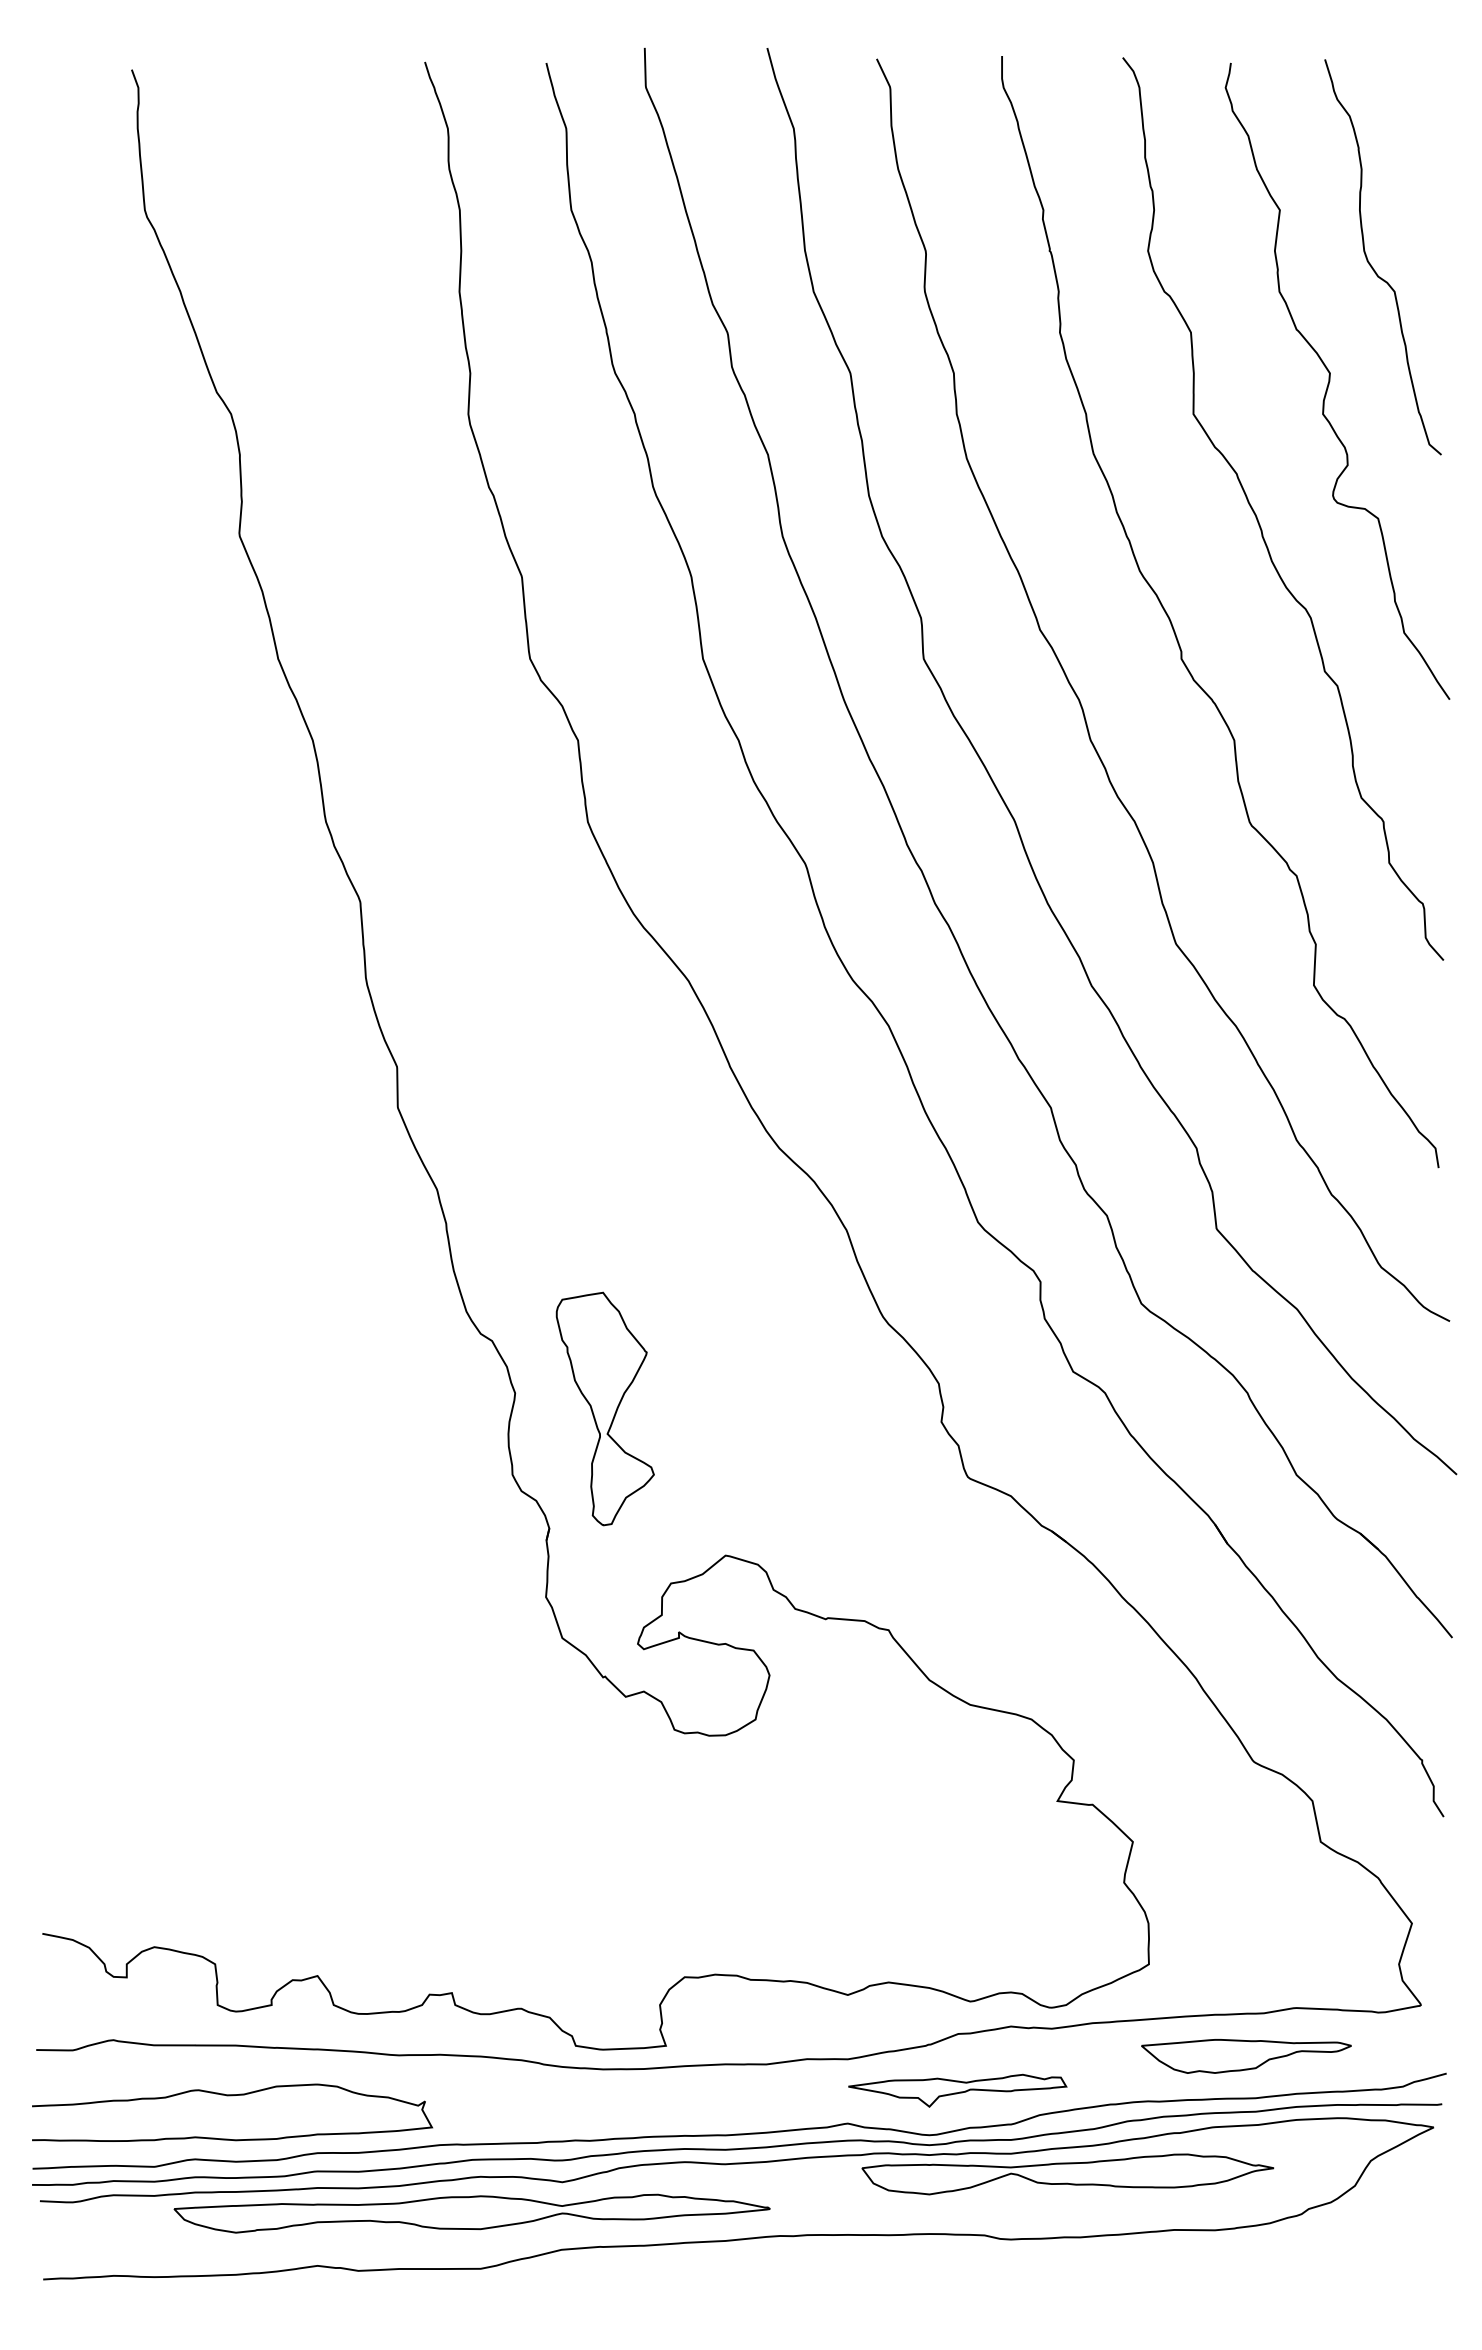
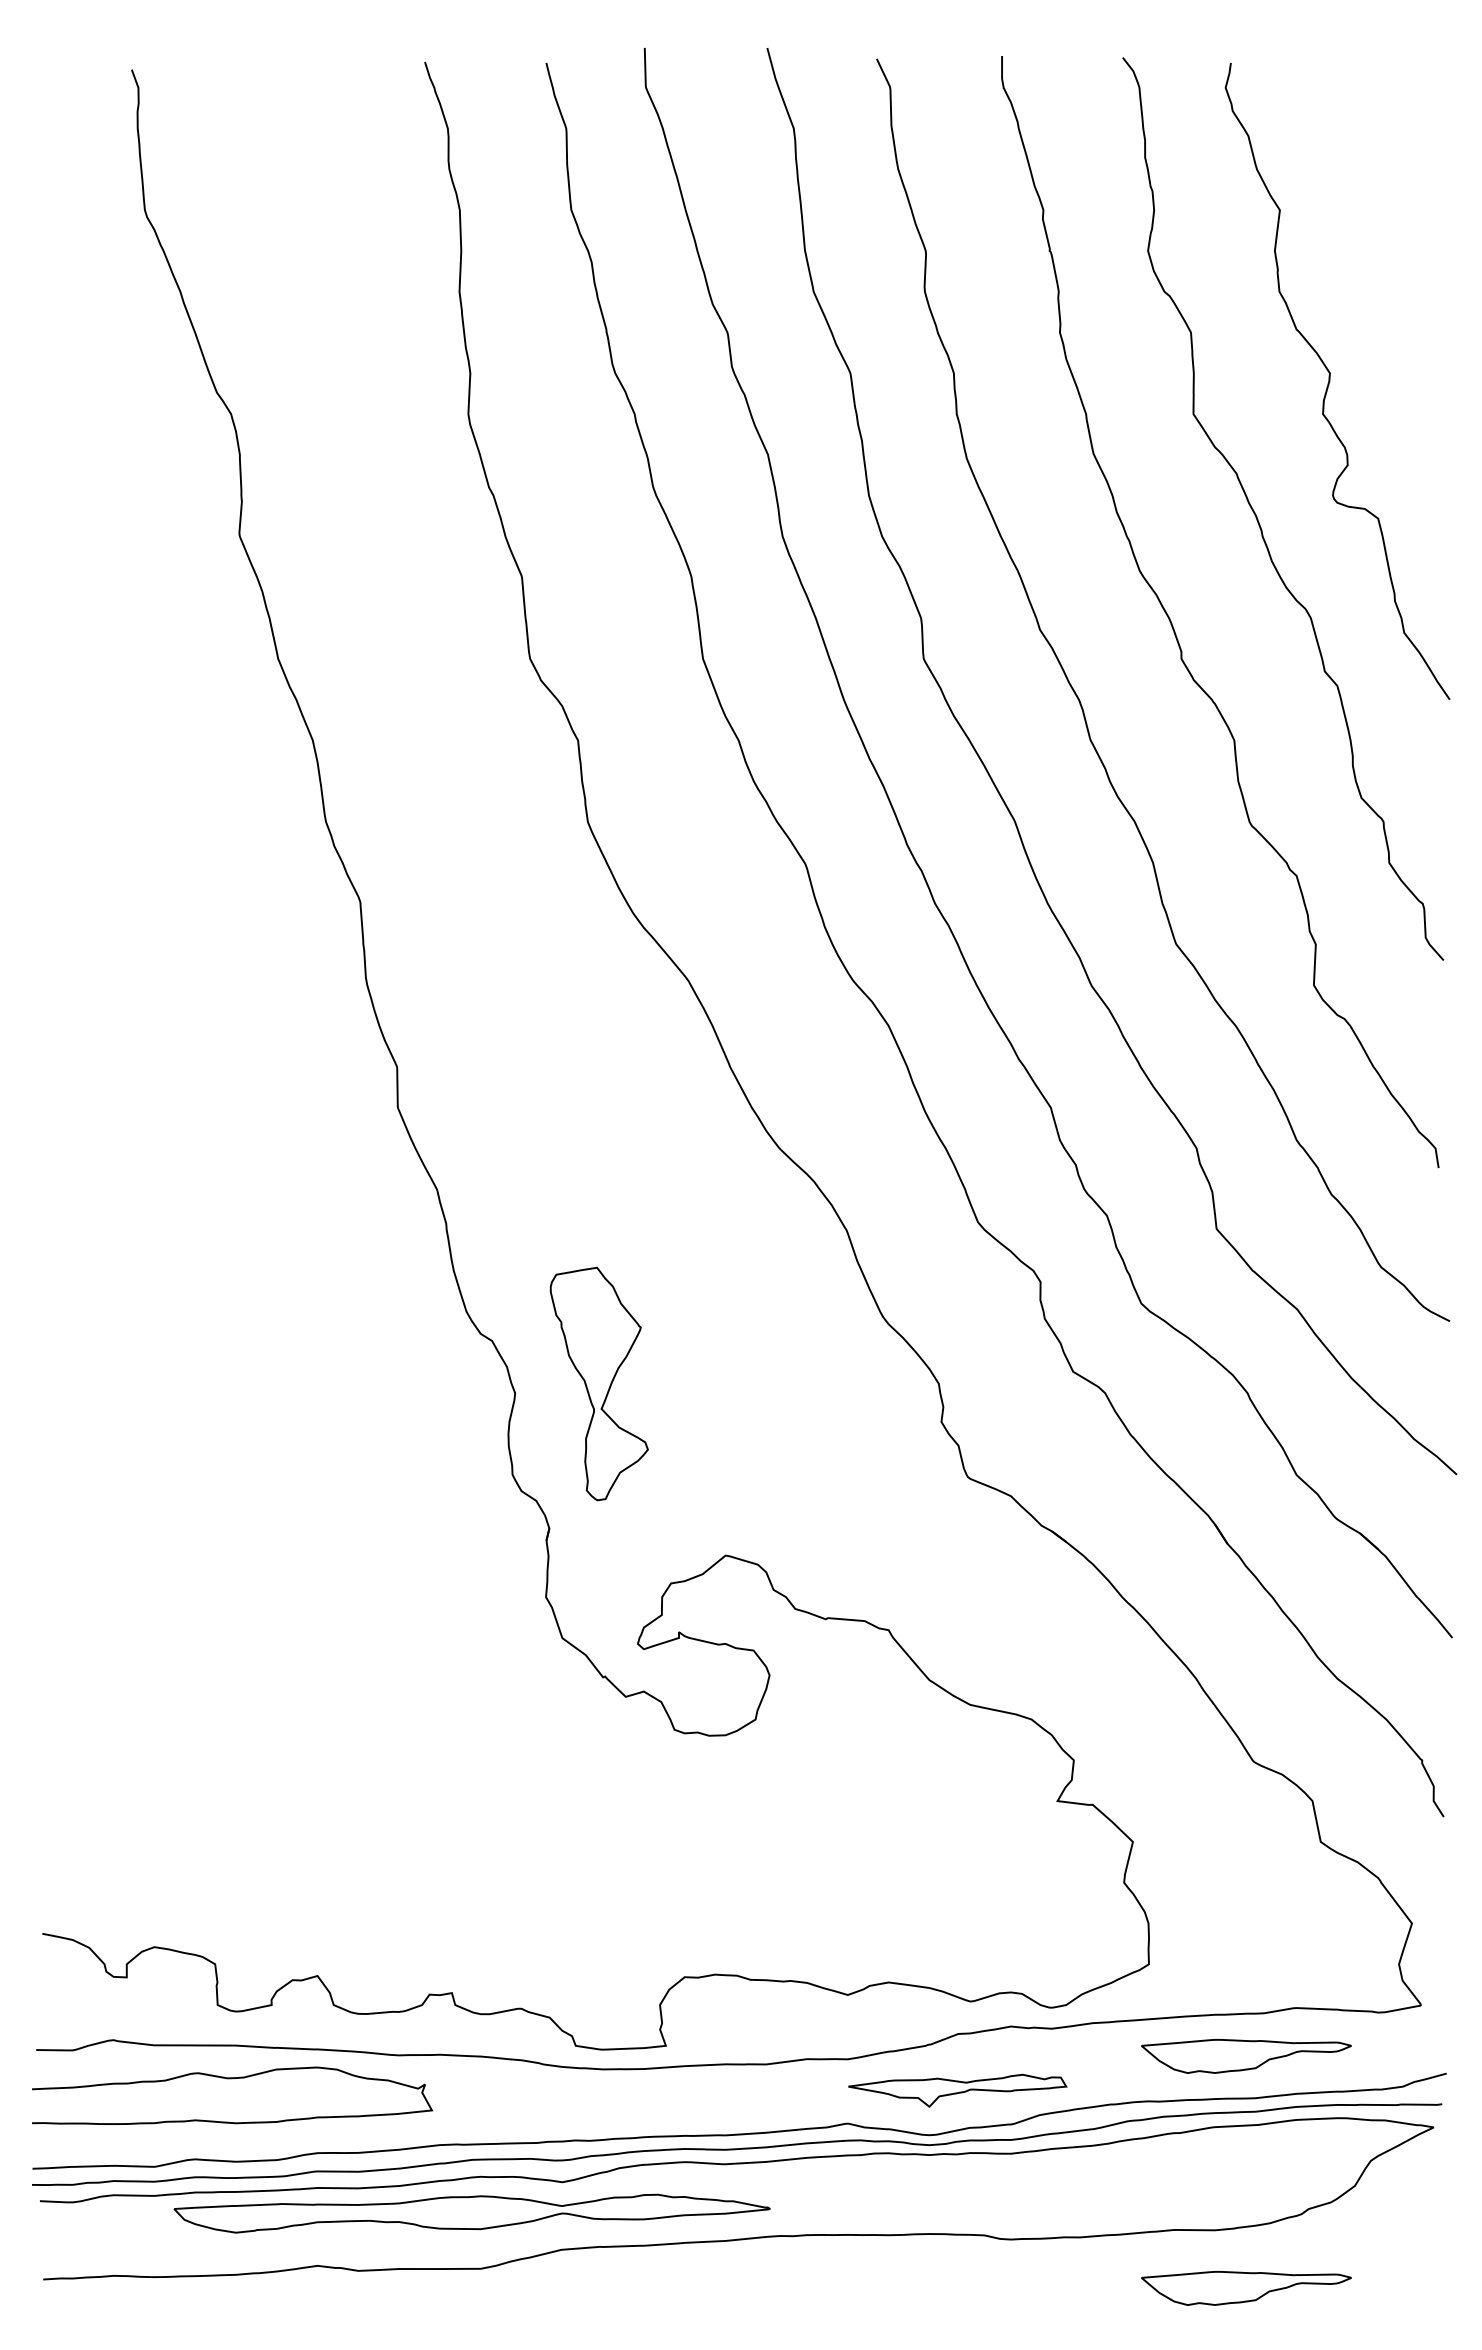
curve at (1371, 264): present -> none
part at (604, 1408) position: (604, 1408) -> (598, 1383)
curve at (232, 2096) position: (232, 2096) -> (232, 2079)
part at (1067, 2174): present -> none
part at (1246, 2288): none -> present
